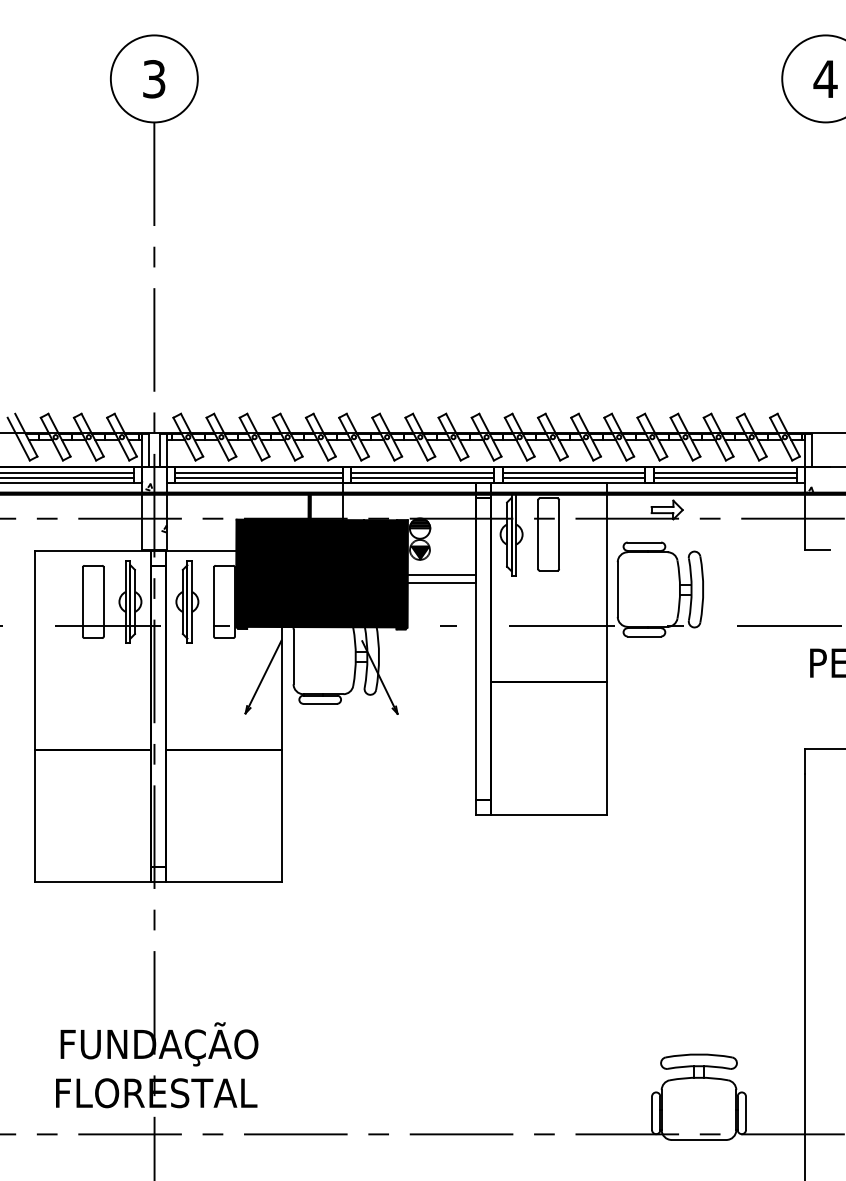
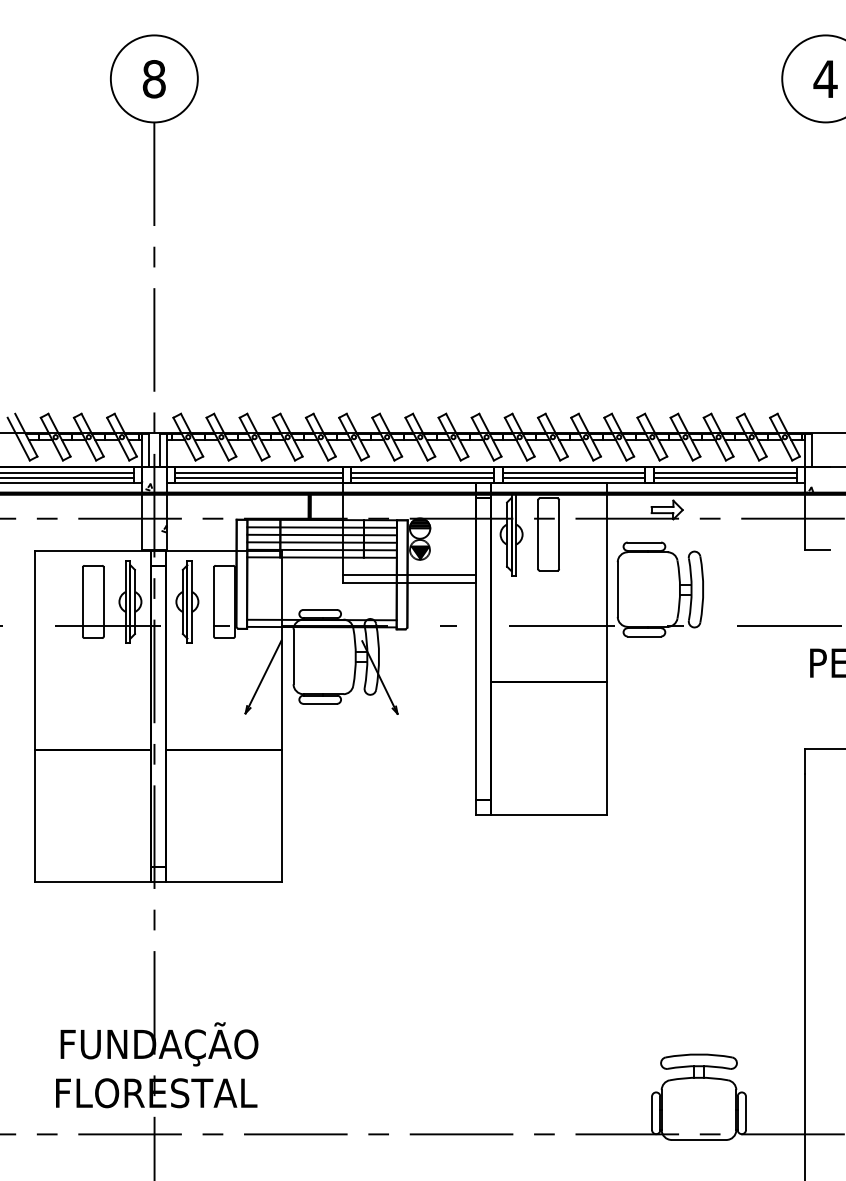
text at (153, 79): 3 -> 8
fill at (321, 574): present -> none
